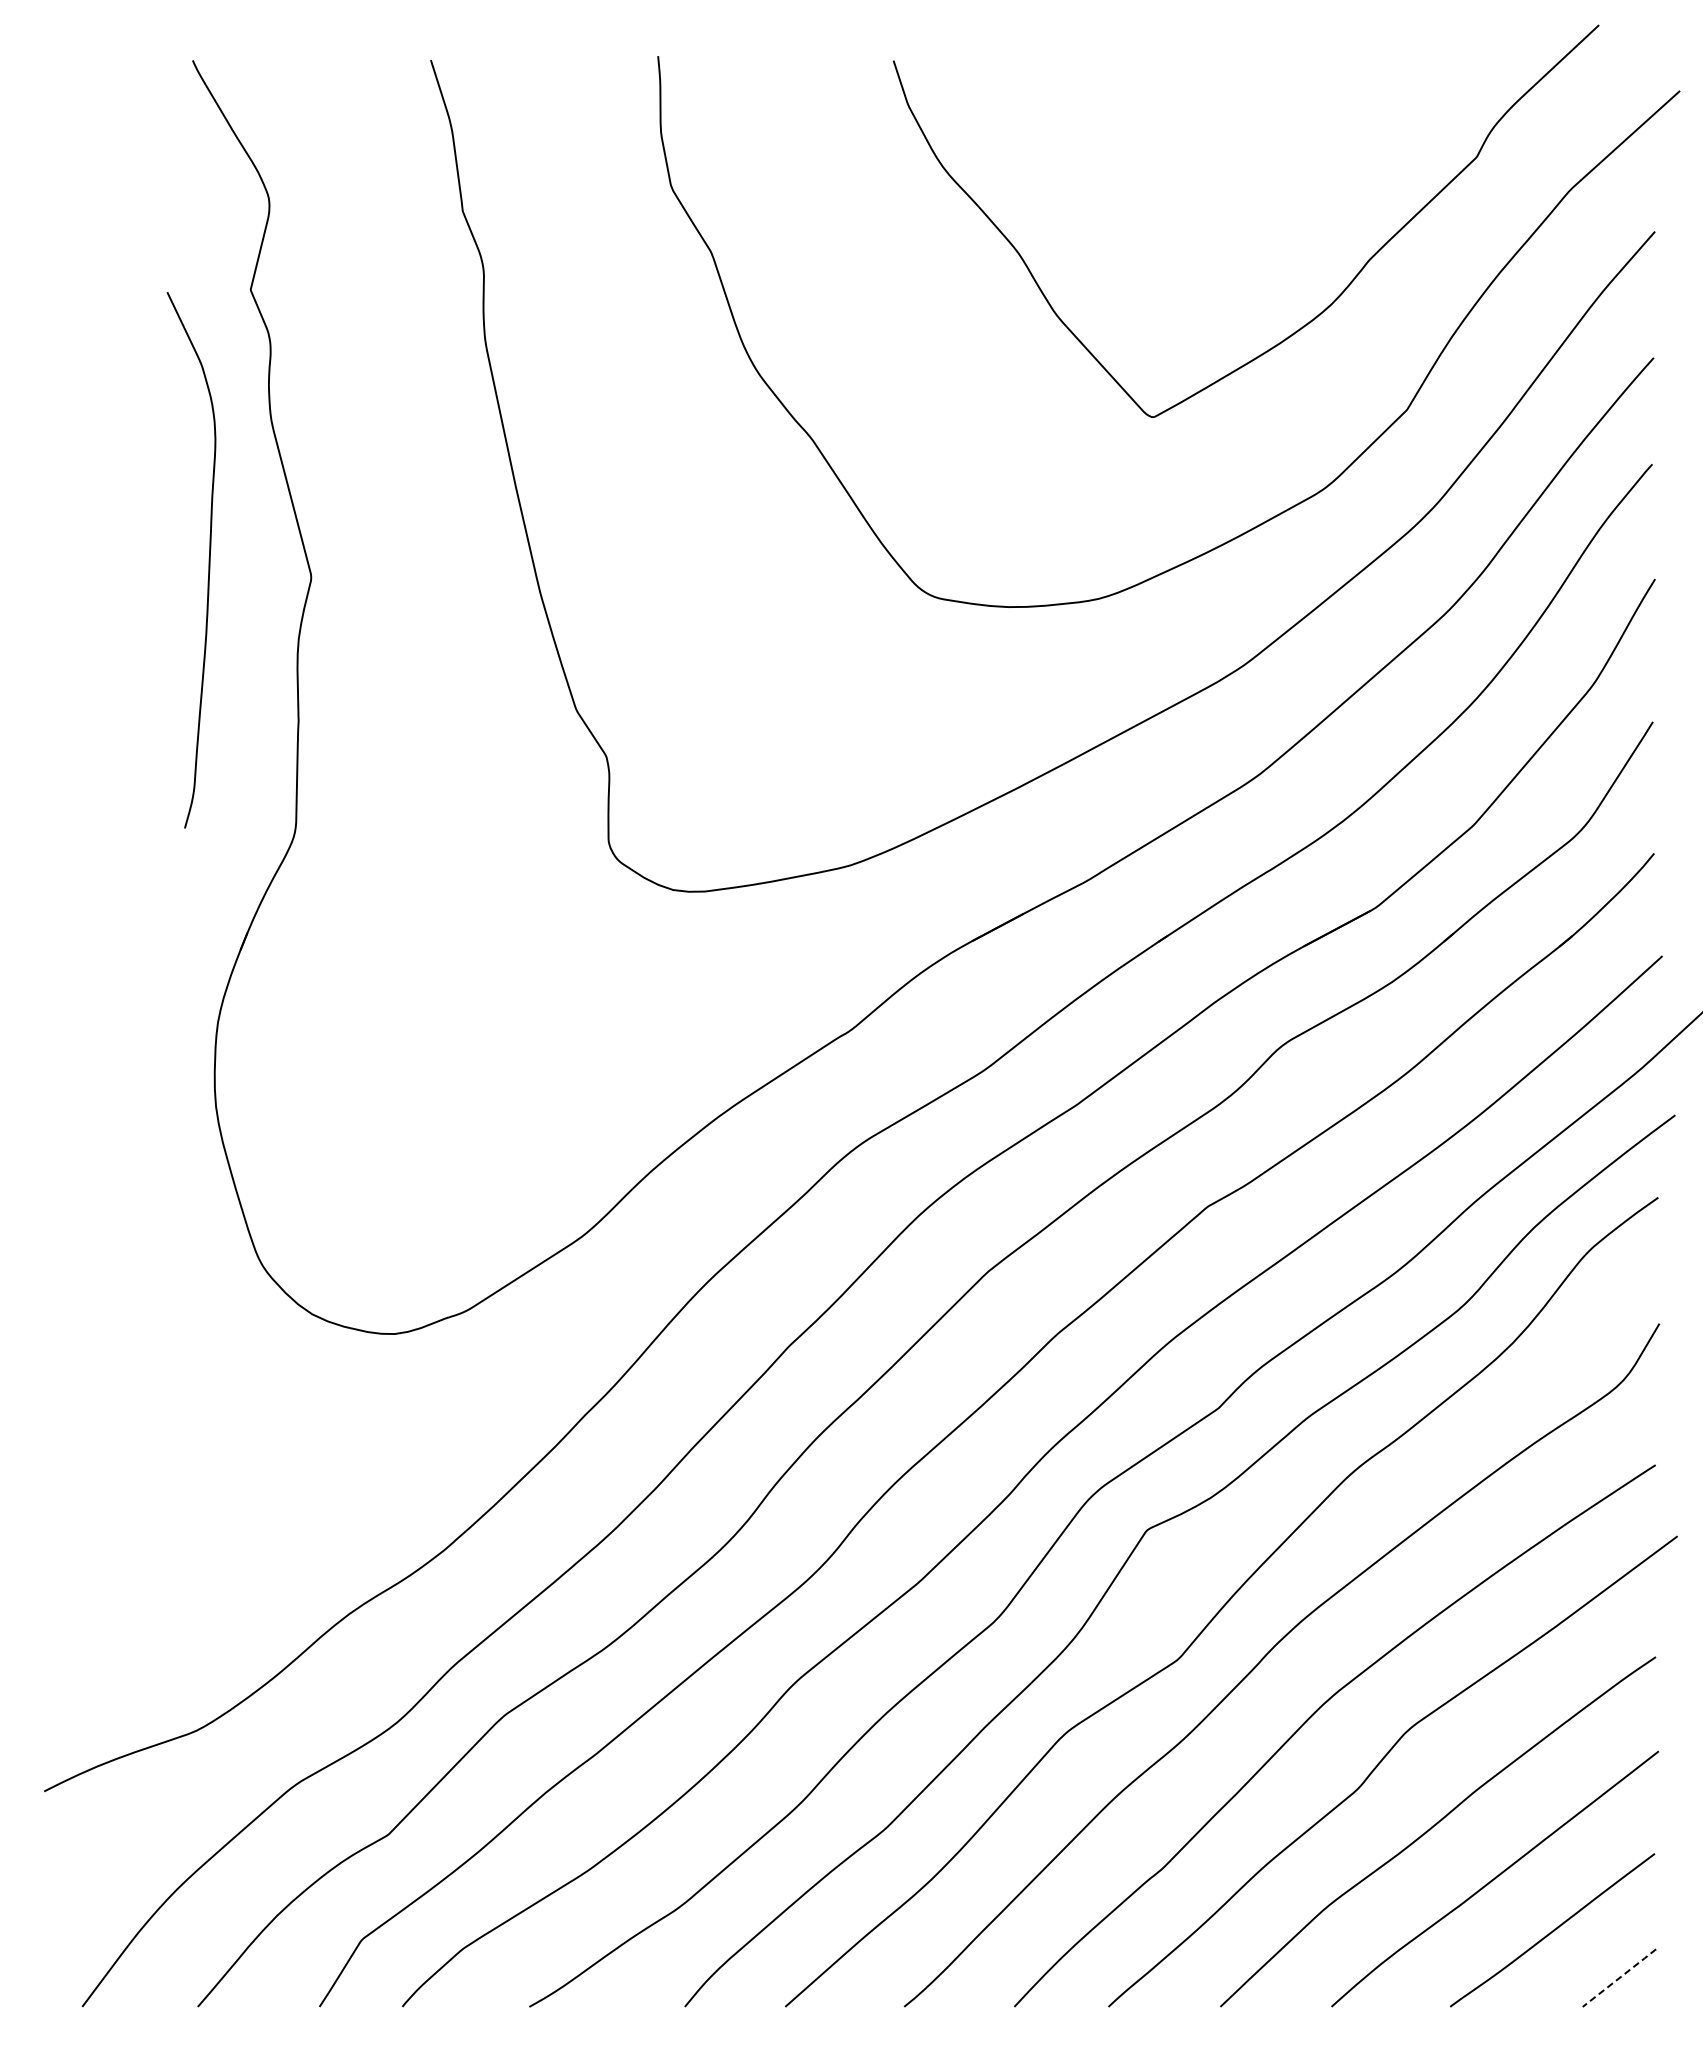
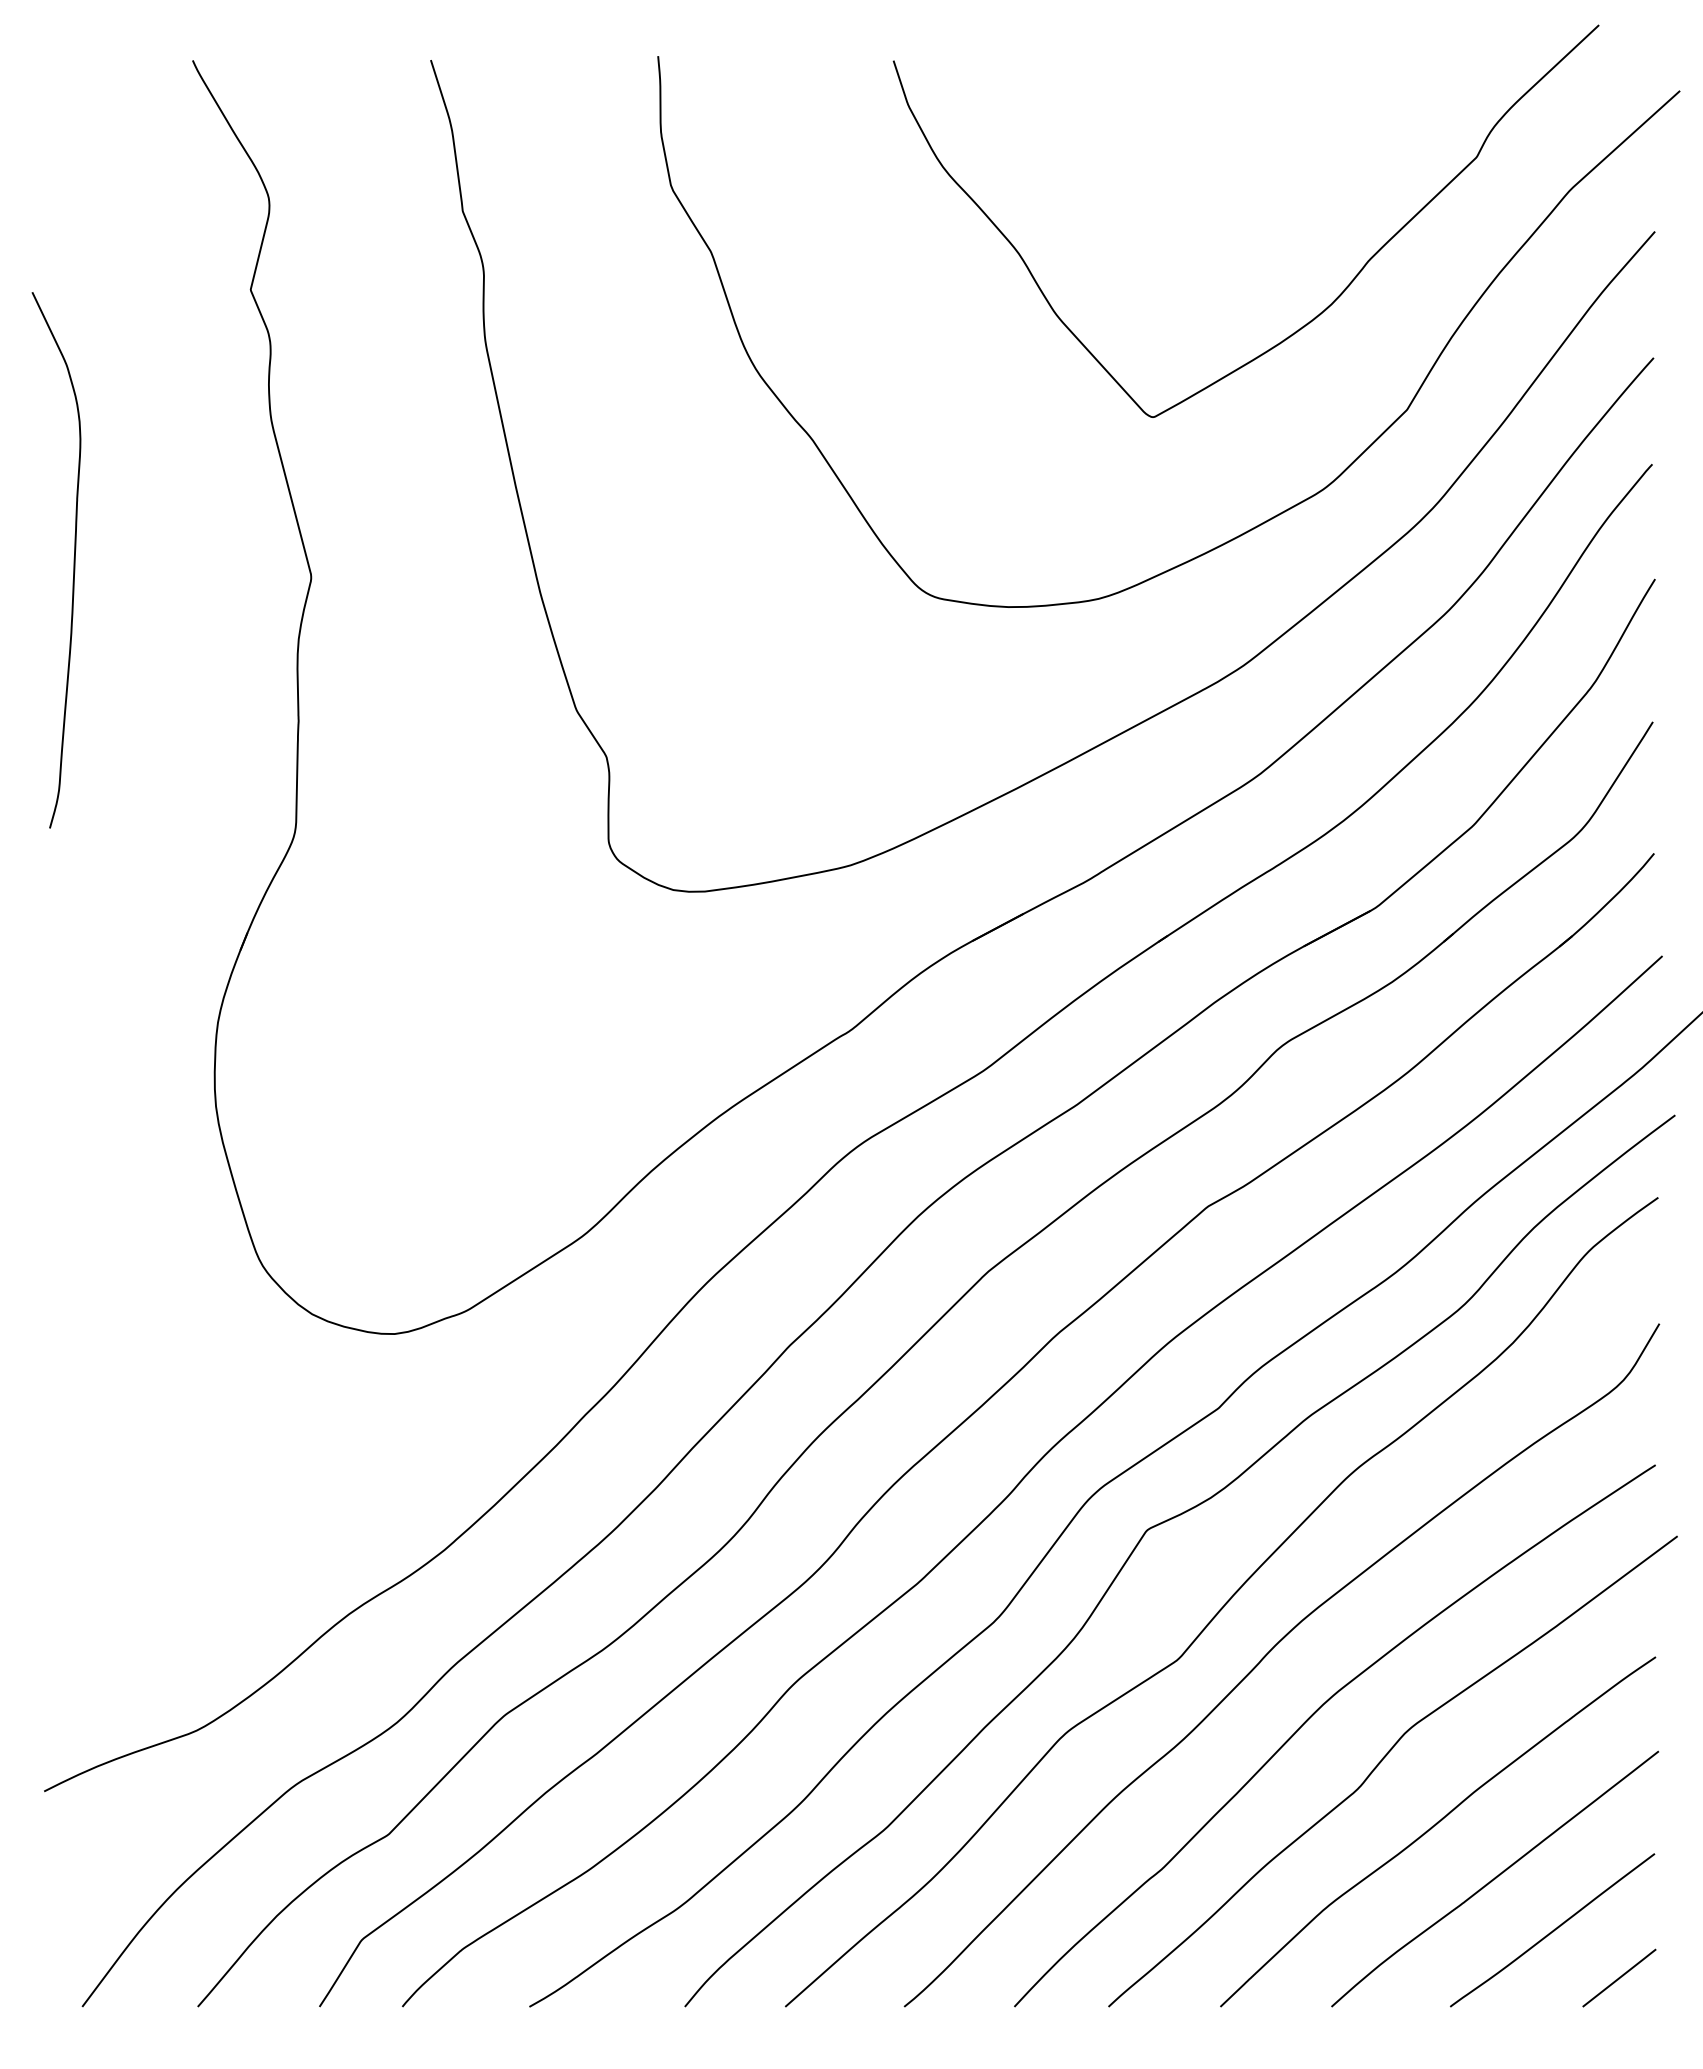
curve at (208, 560) position: (208, 560) -> (73, 560)
line at (1620, 1977): dashed -> solid
